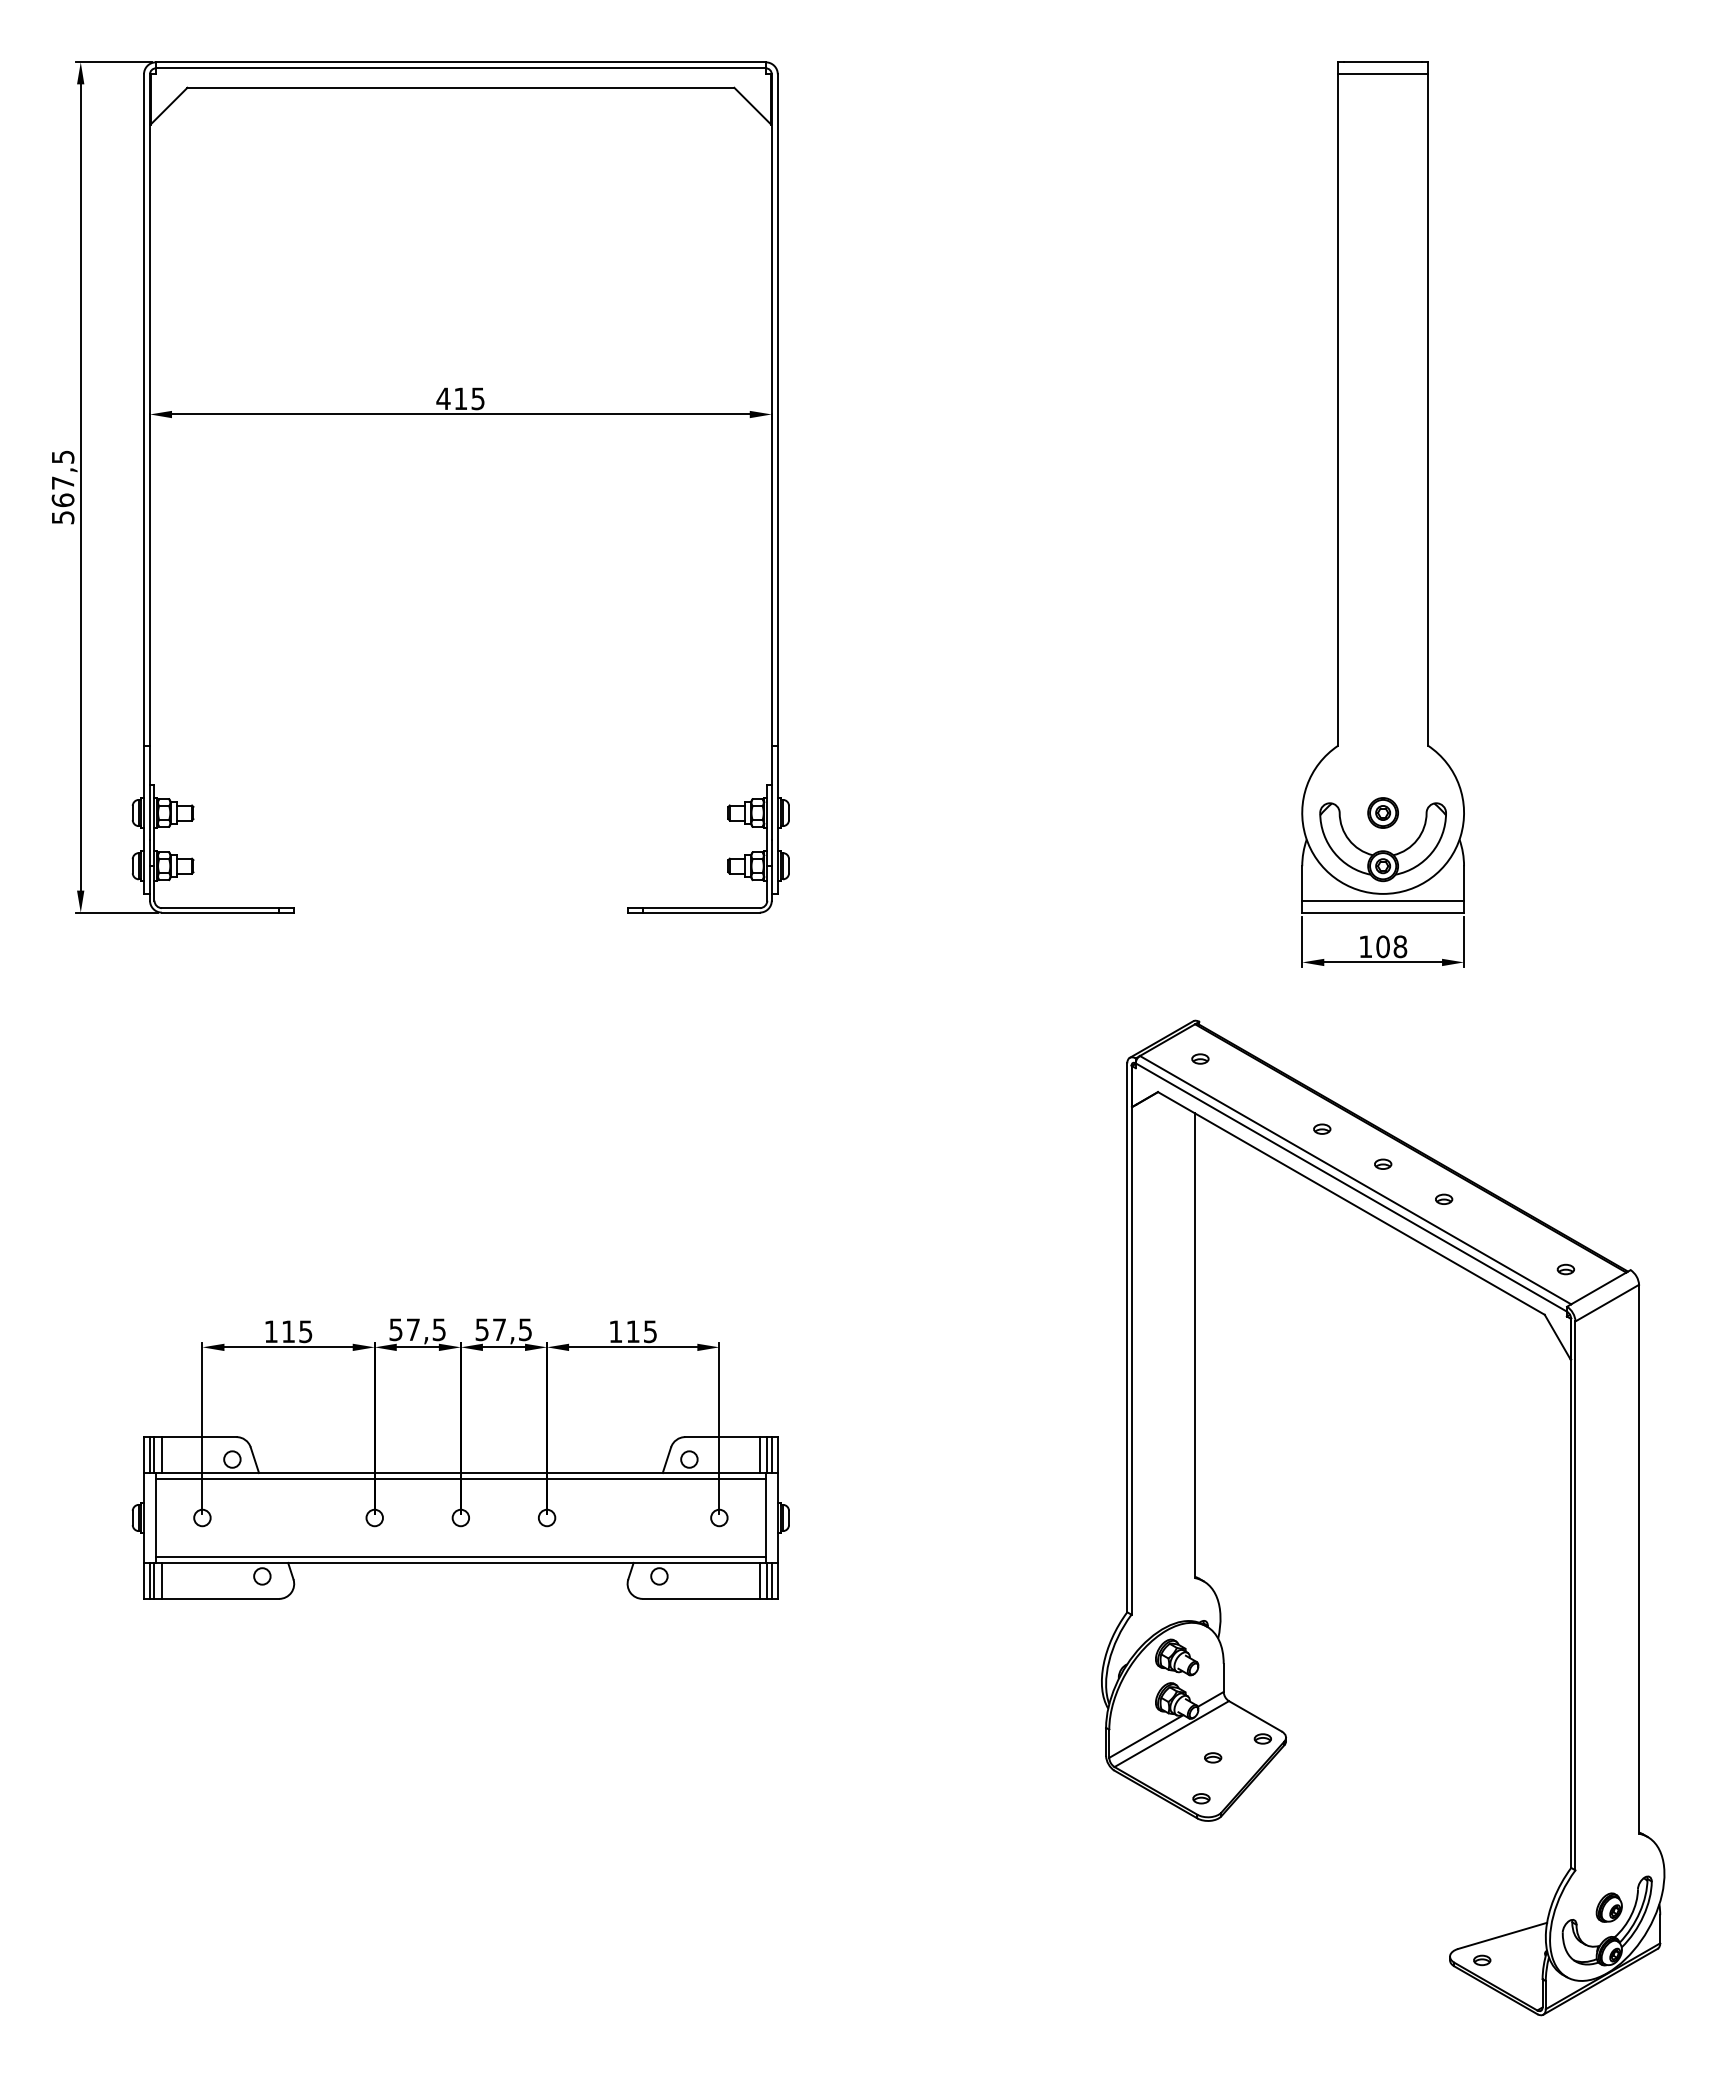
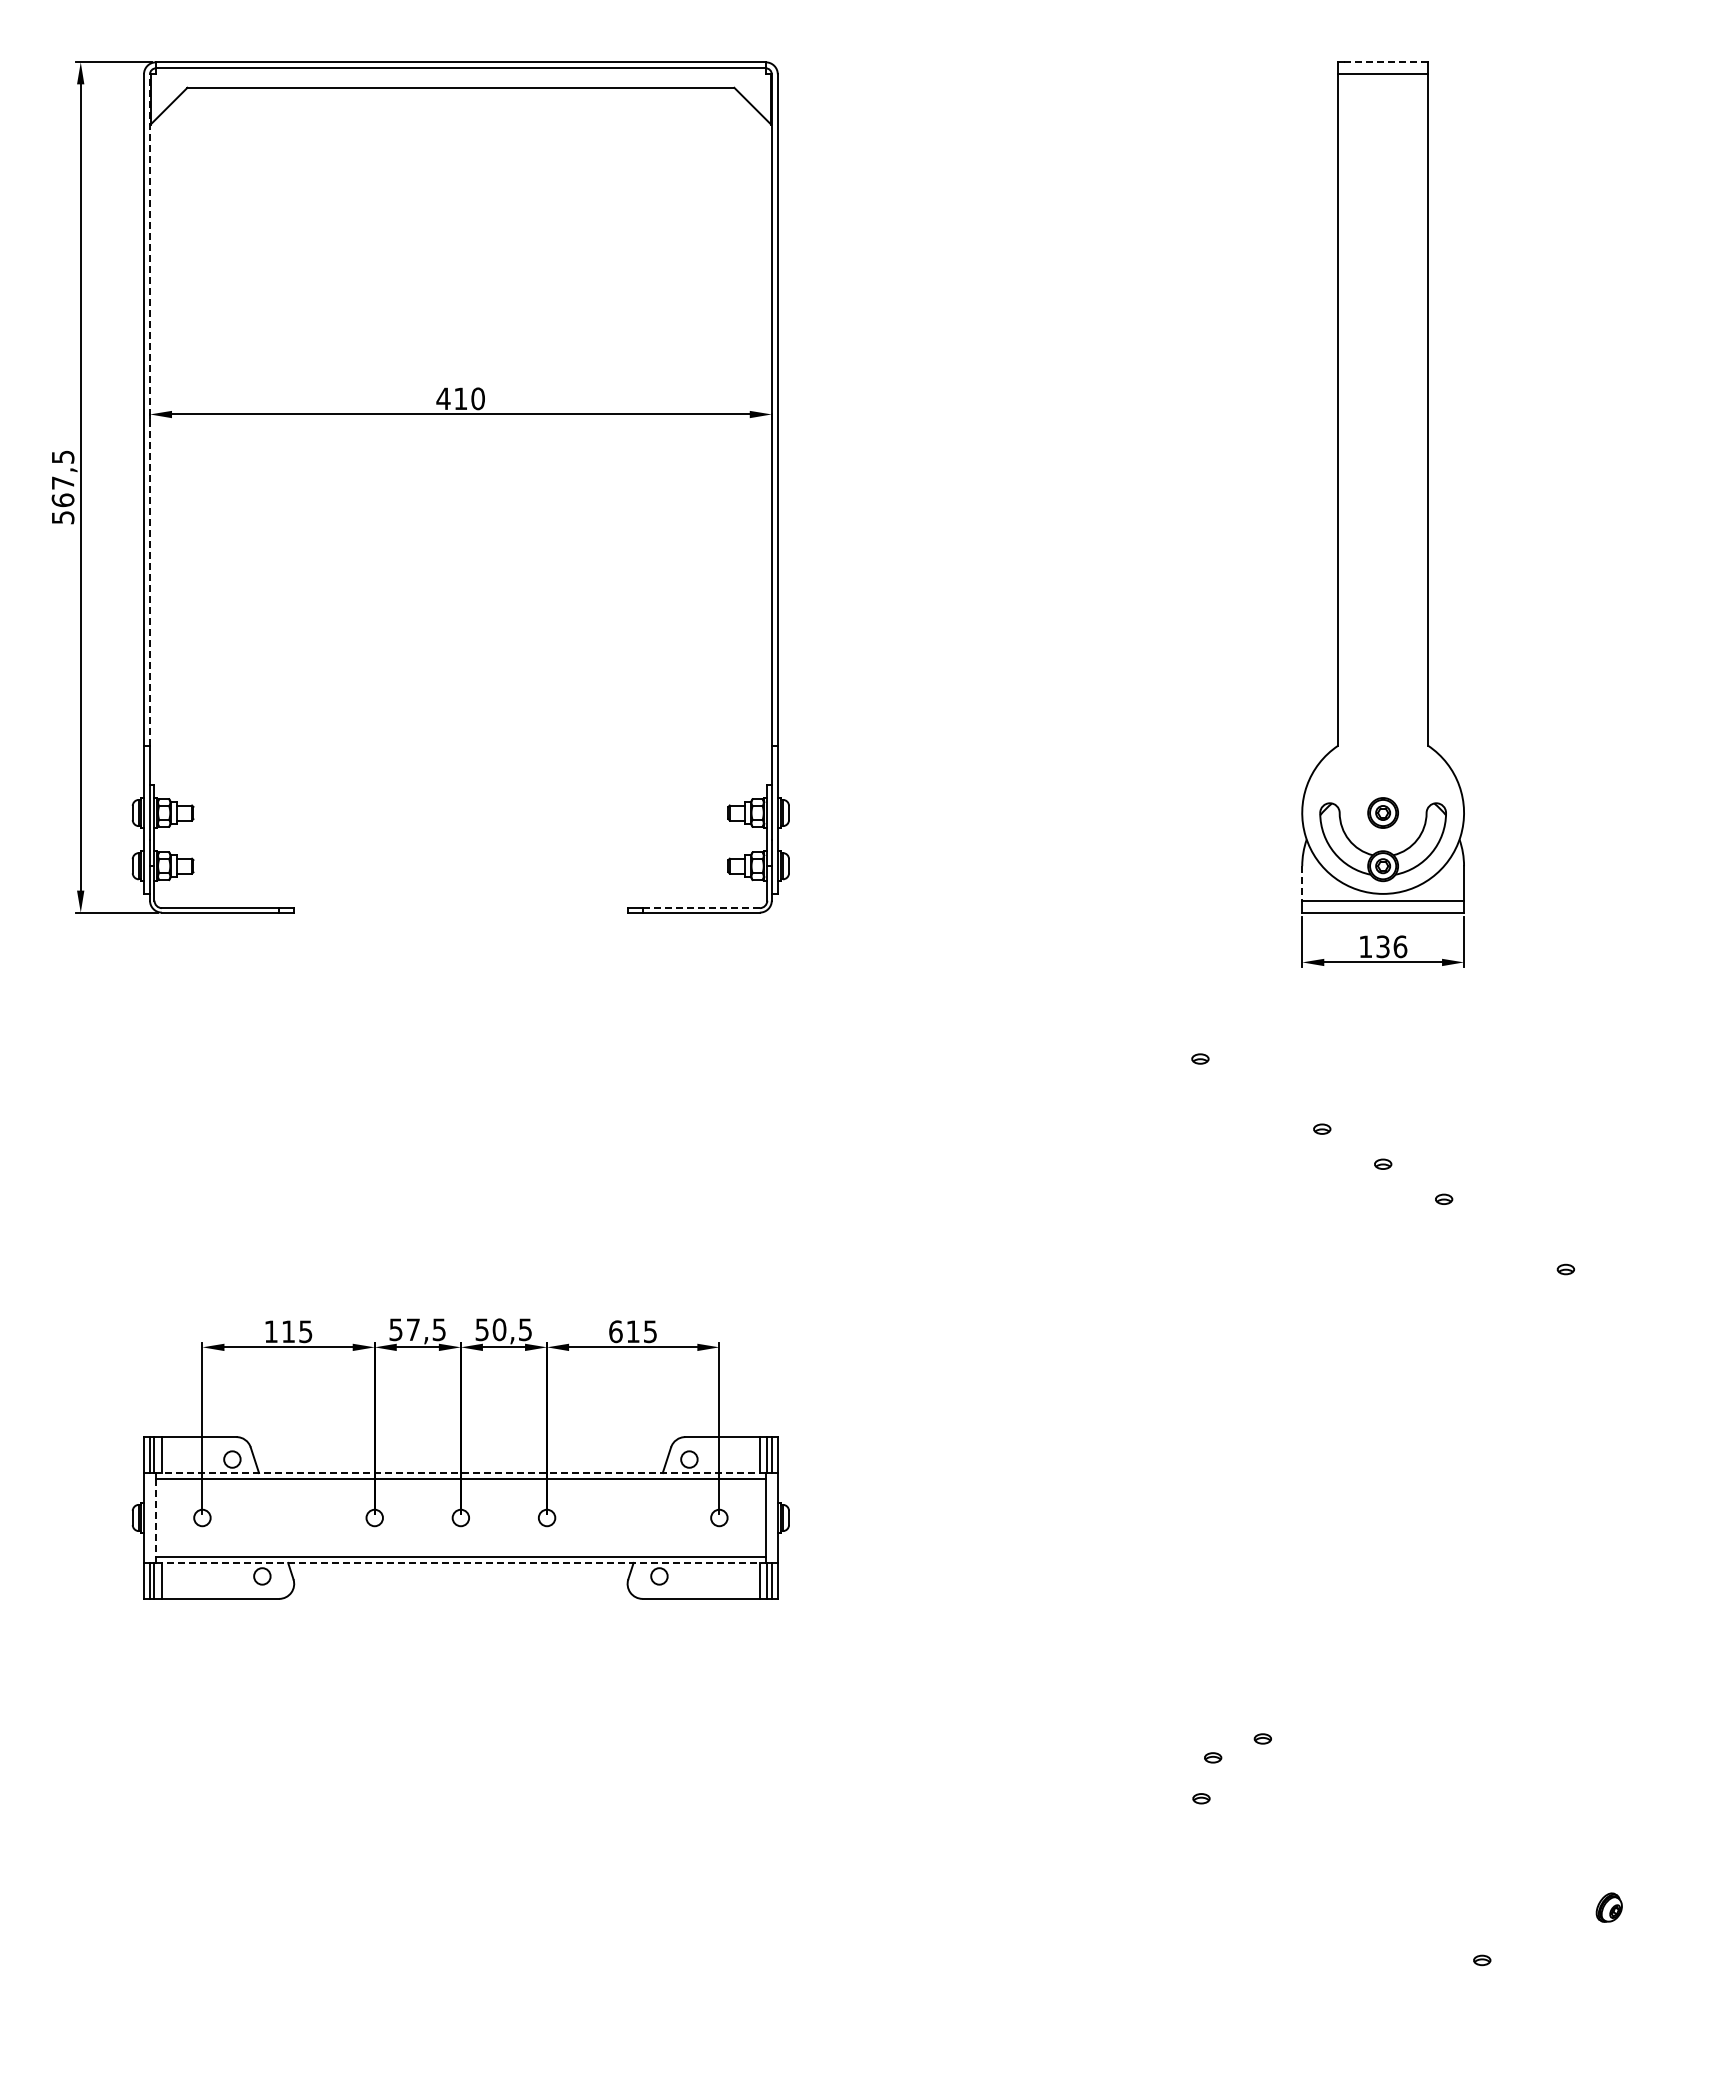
line at (1383, 62): solid -> dashed
text at (477, 398): 415 -> 410
line at (150, 410): solid -> dashed
line at (1302, 883): solid -> dashed
line at (701, 908): solid -> dashed
text at (1391, 946): 108 -> 136
text at (499, 1329): 57,5 -> 50,5
text at (615, 1331): 115 -> 615
line at (460, 1473): solid -> dashed
line at (155, 1518): solid -> dashed
line at (460, 1562): solid -> dashed
part at (1217, 1595): present -> none
